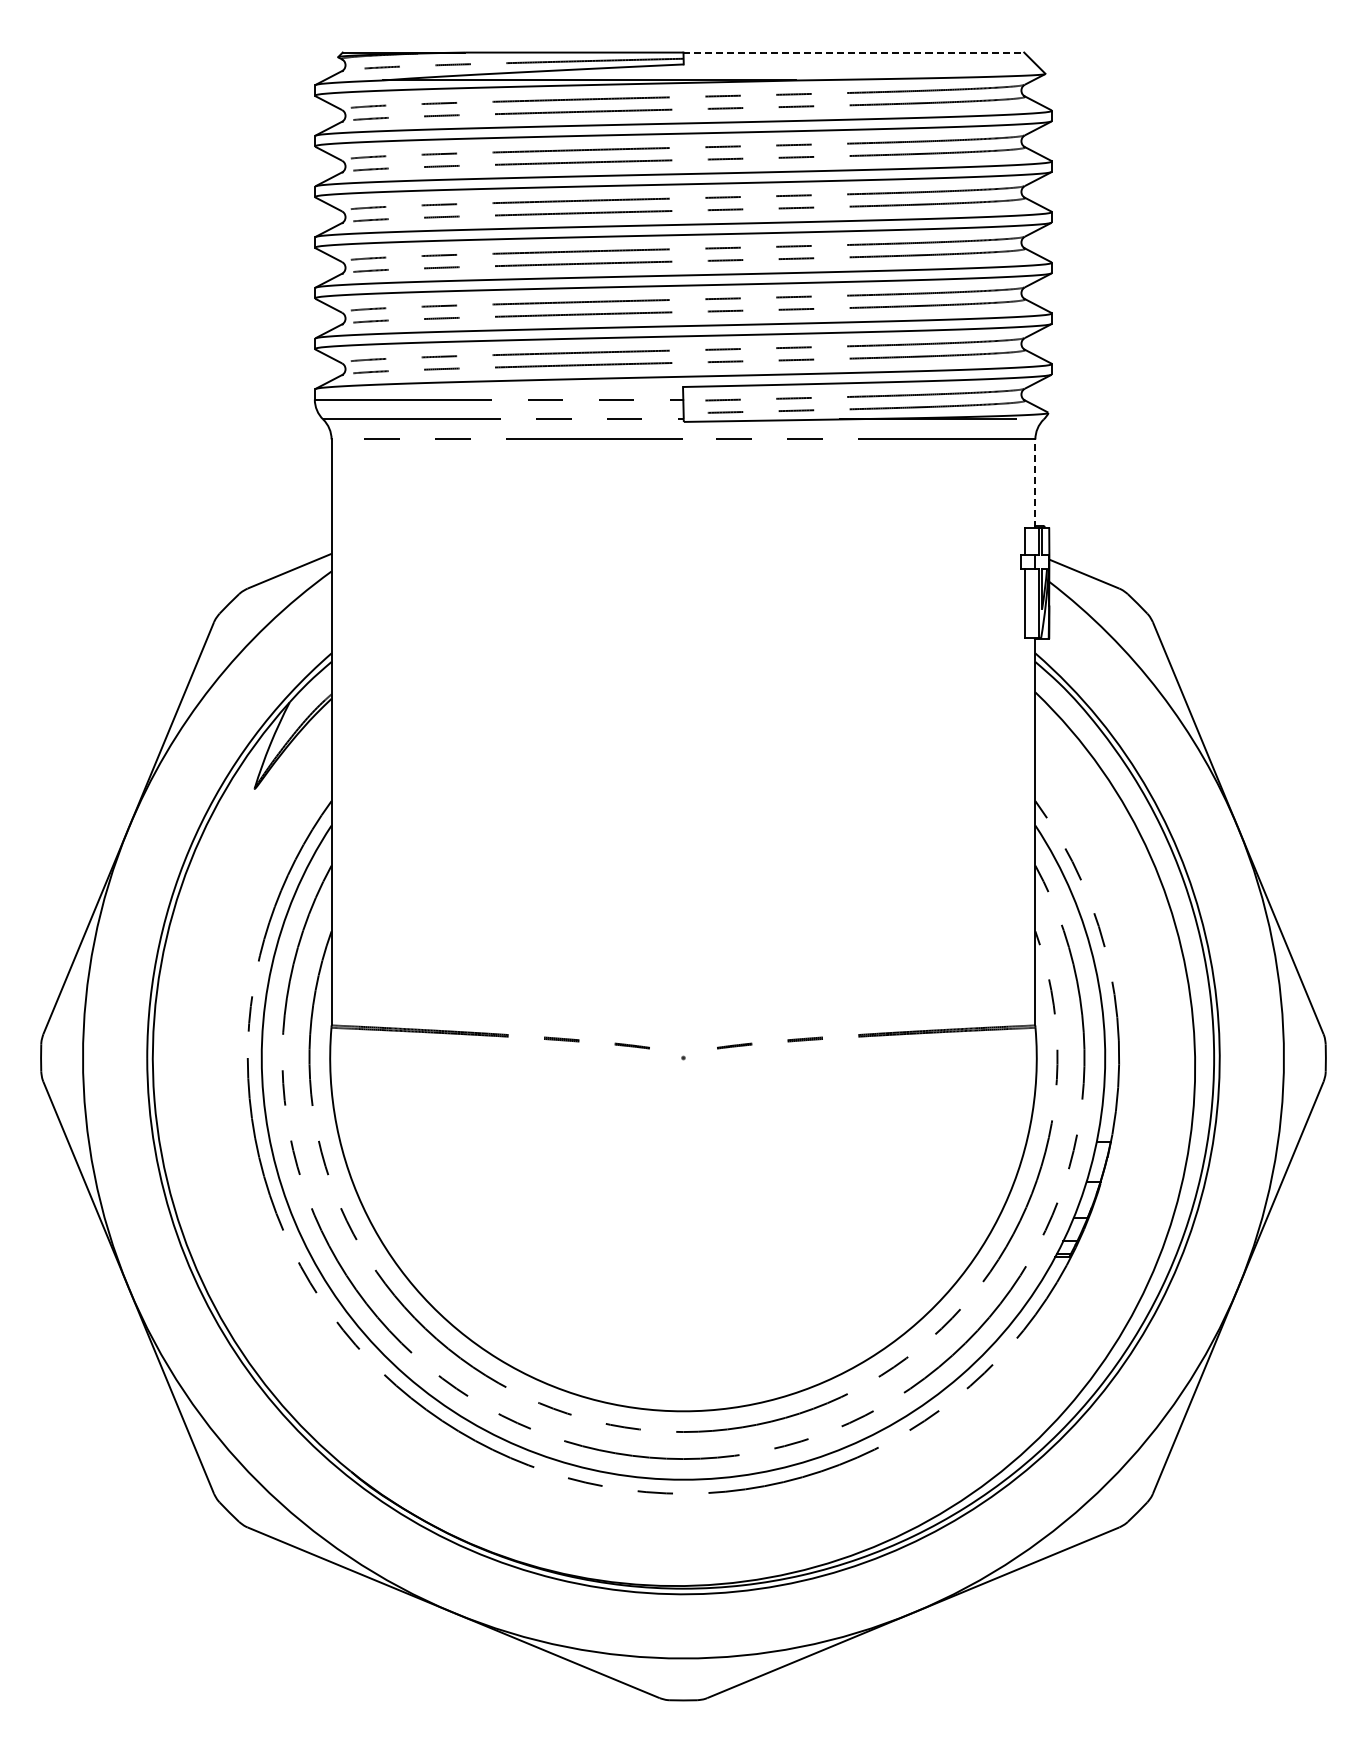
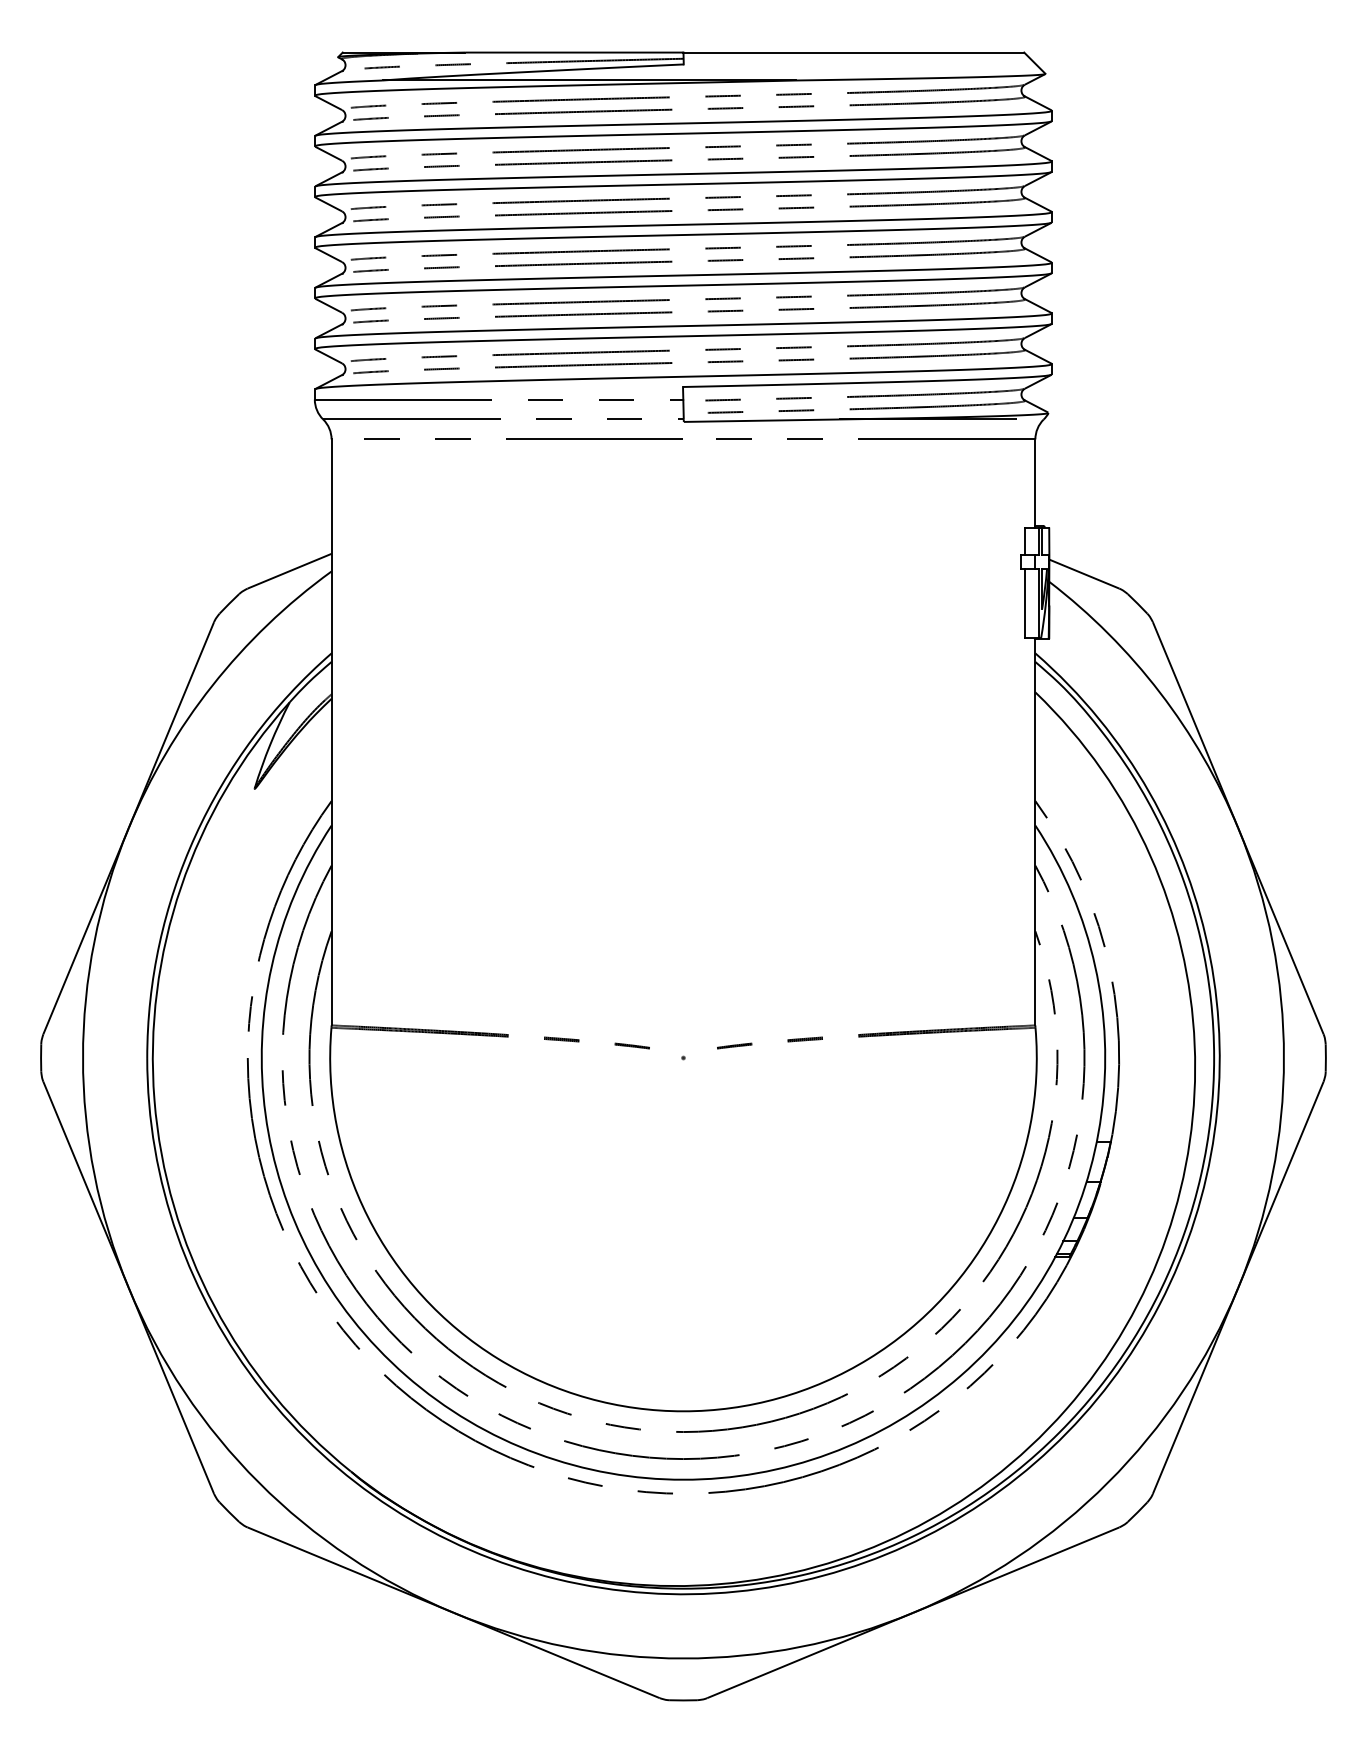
line at (854, 52): dashed -> solid
line at (1035, 482): dashed -> solid
